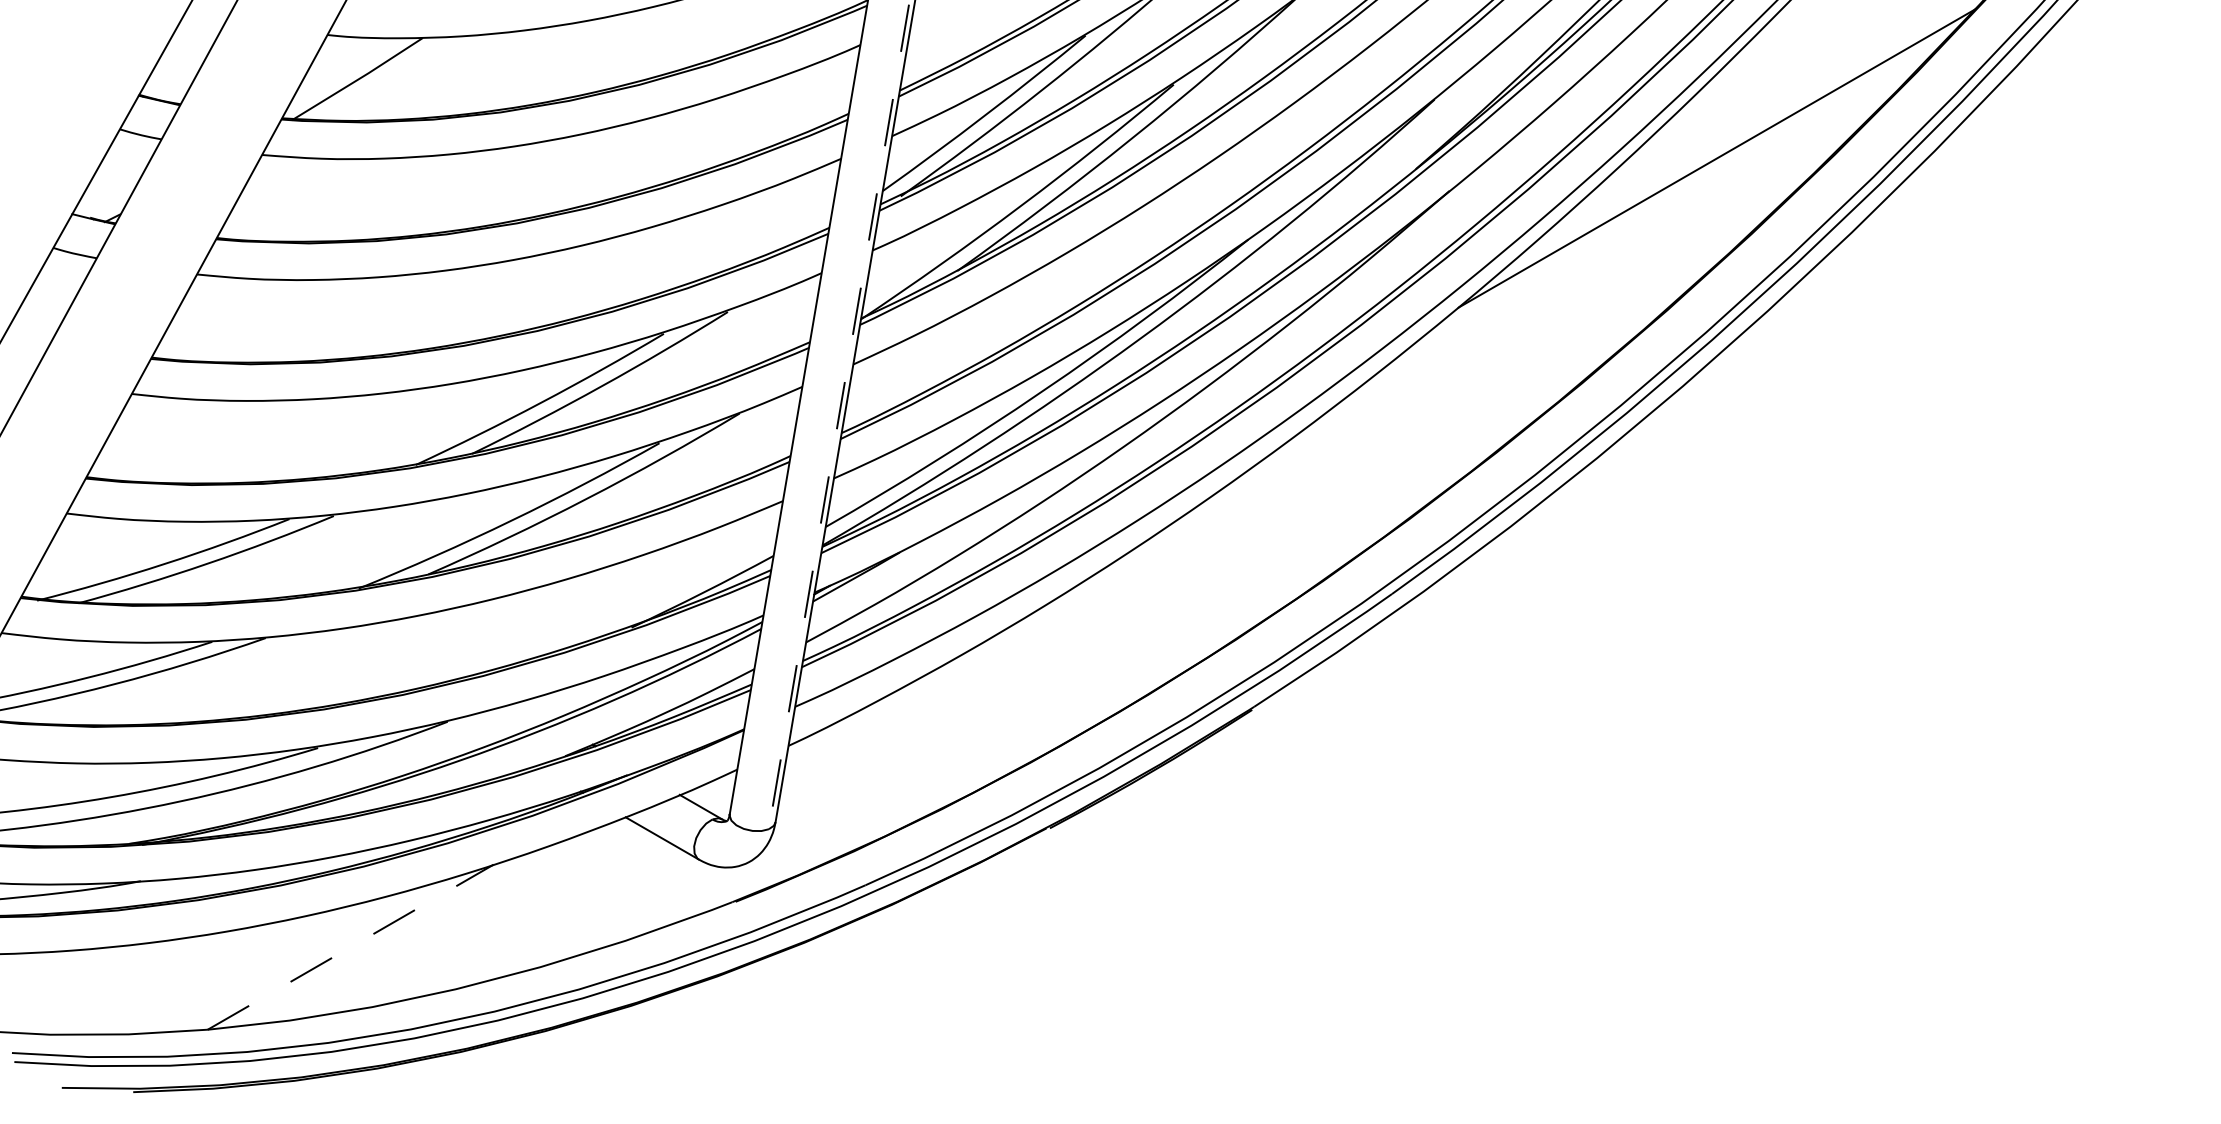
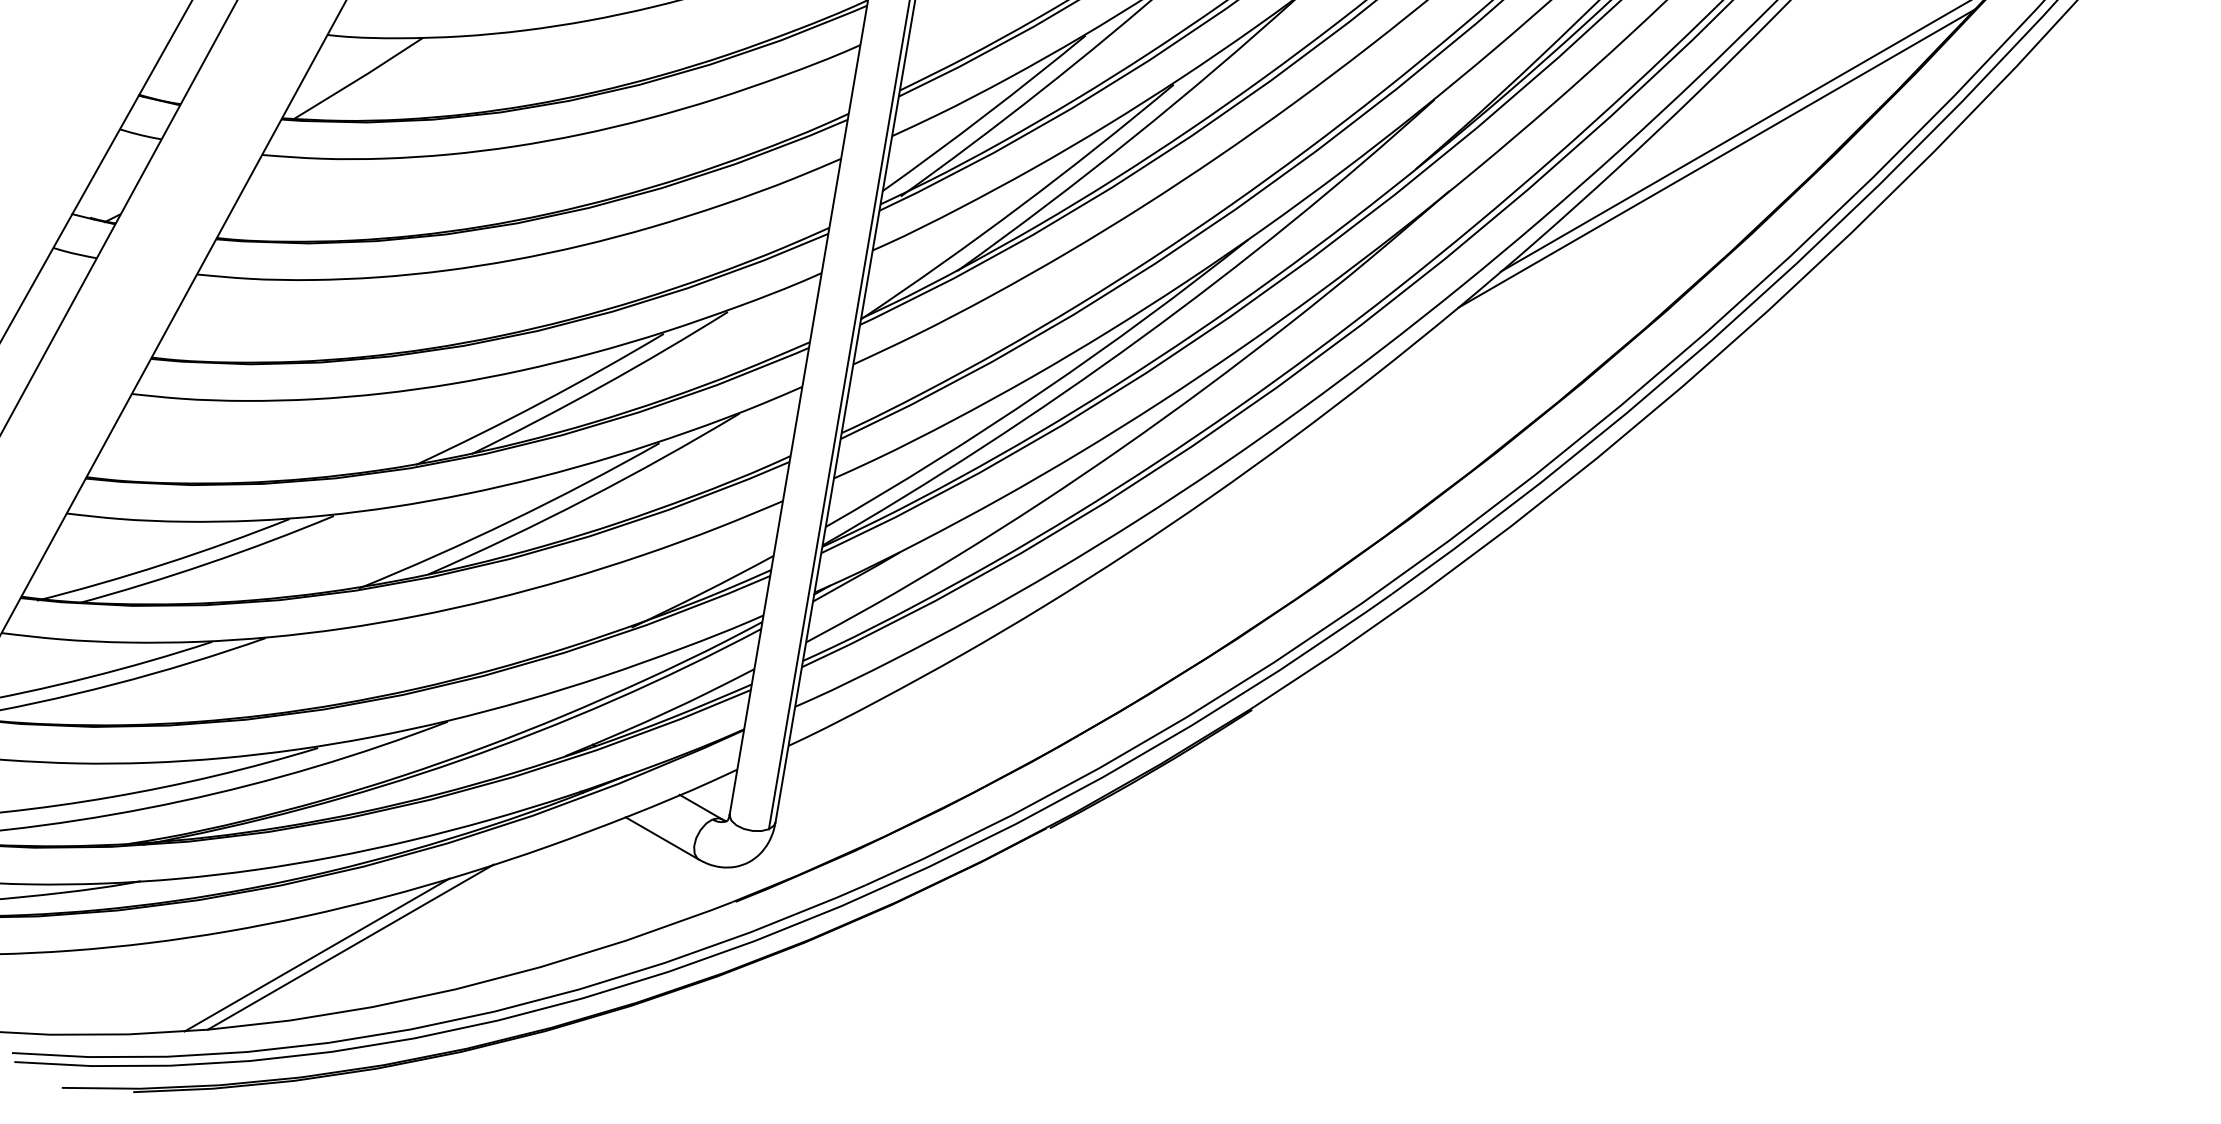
line at (1733, 136): none -> present
line at (839, 415): dashed -> solid
line at (351, 946): dashed -> solid
line at (316, 954): none -> present
